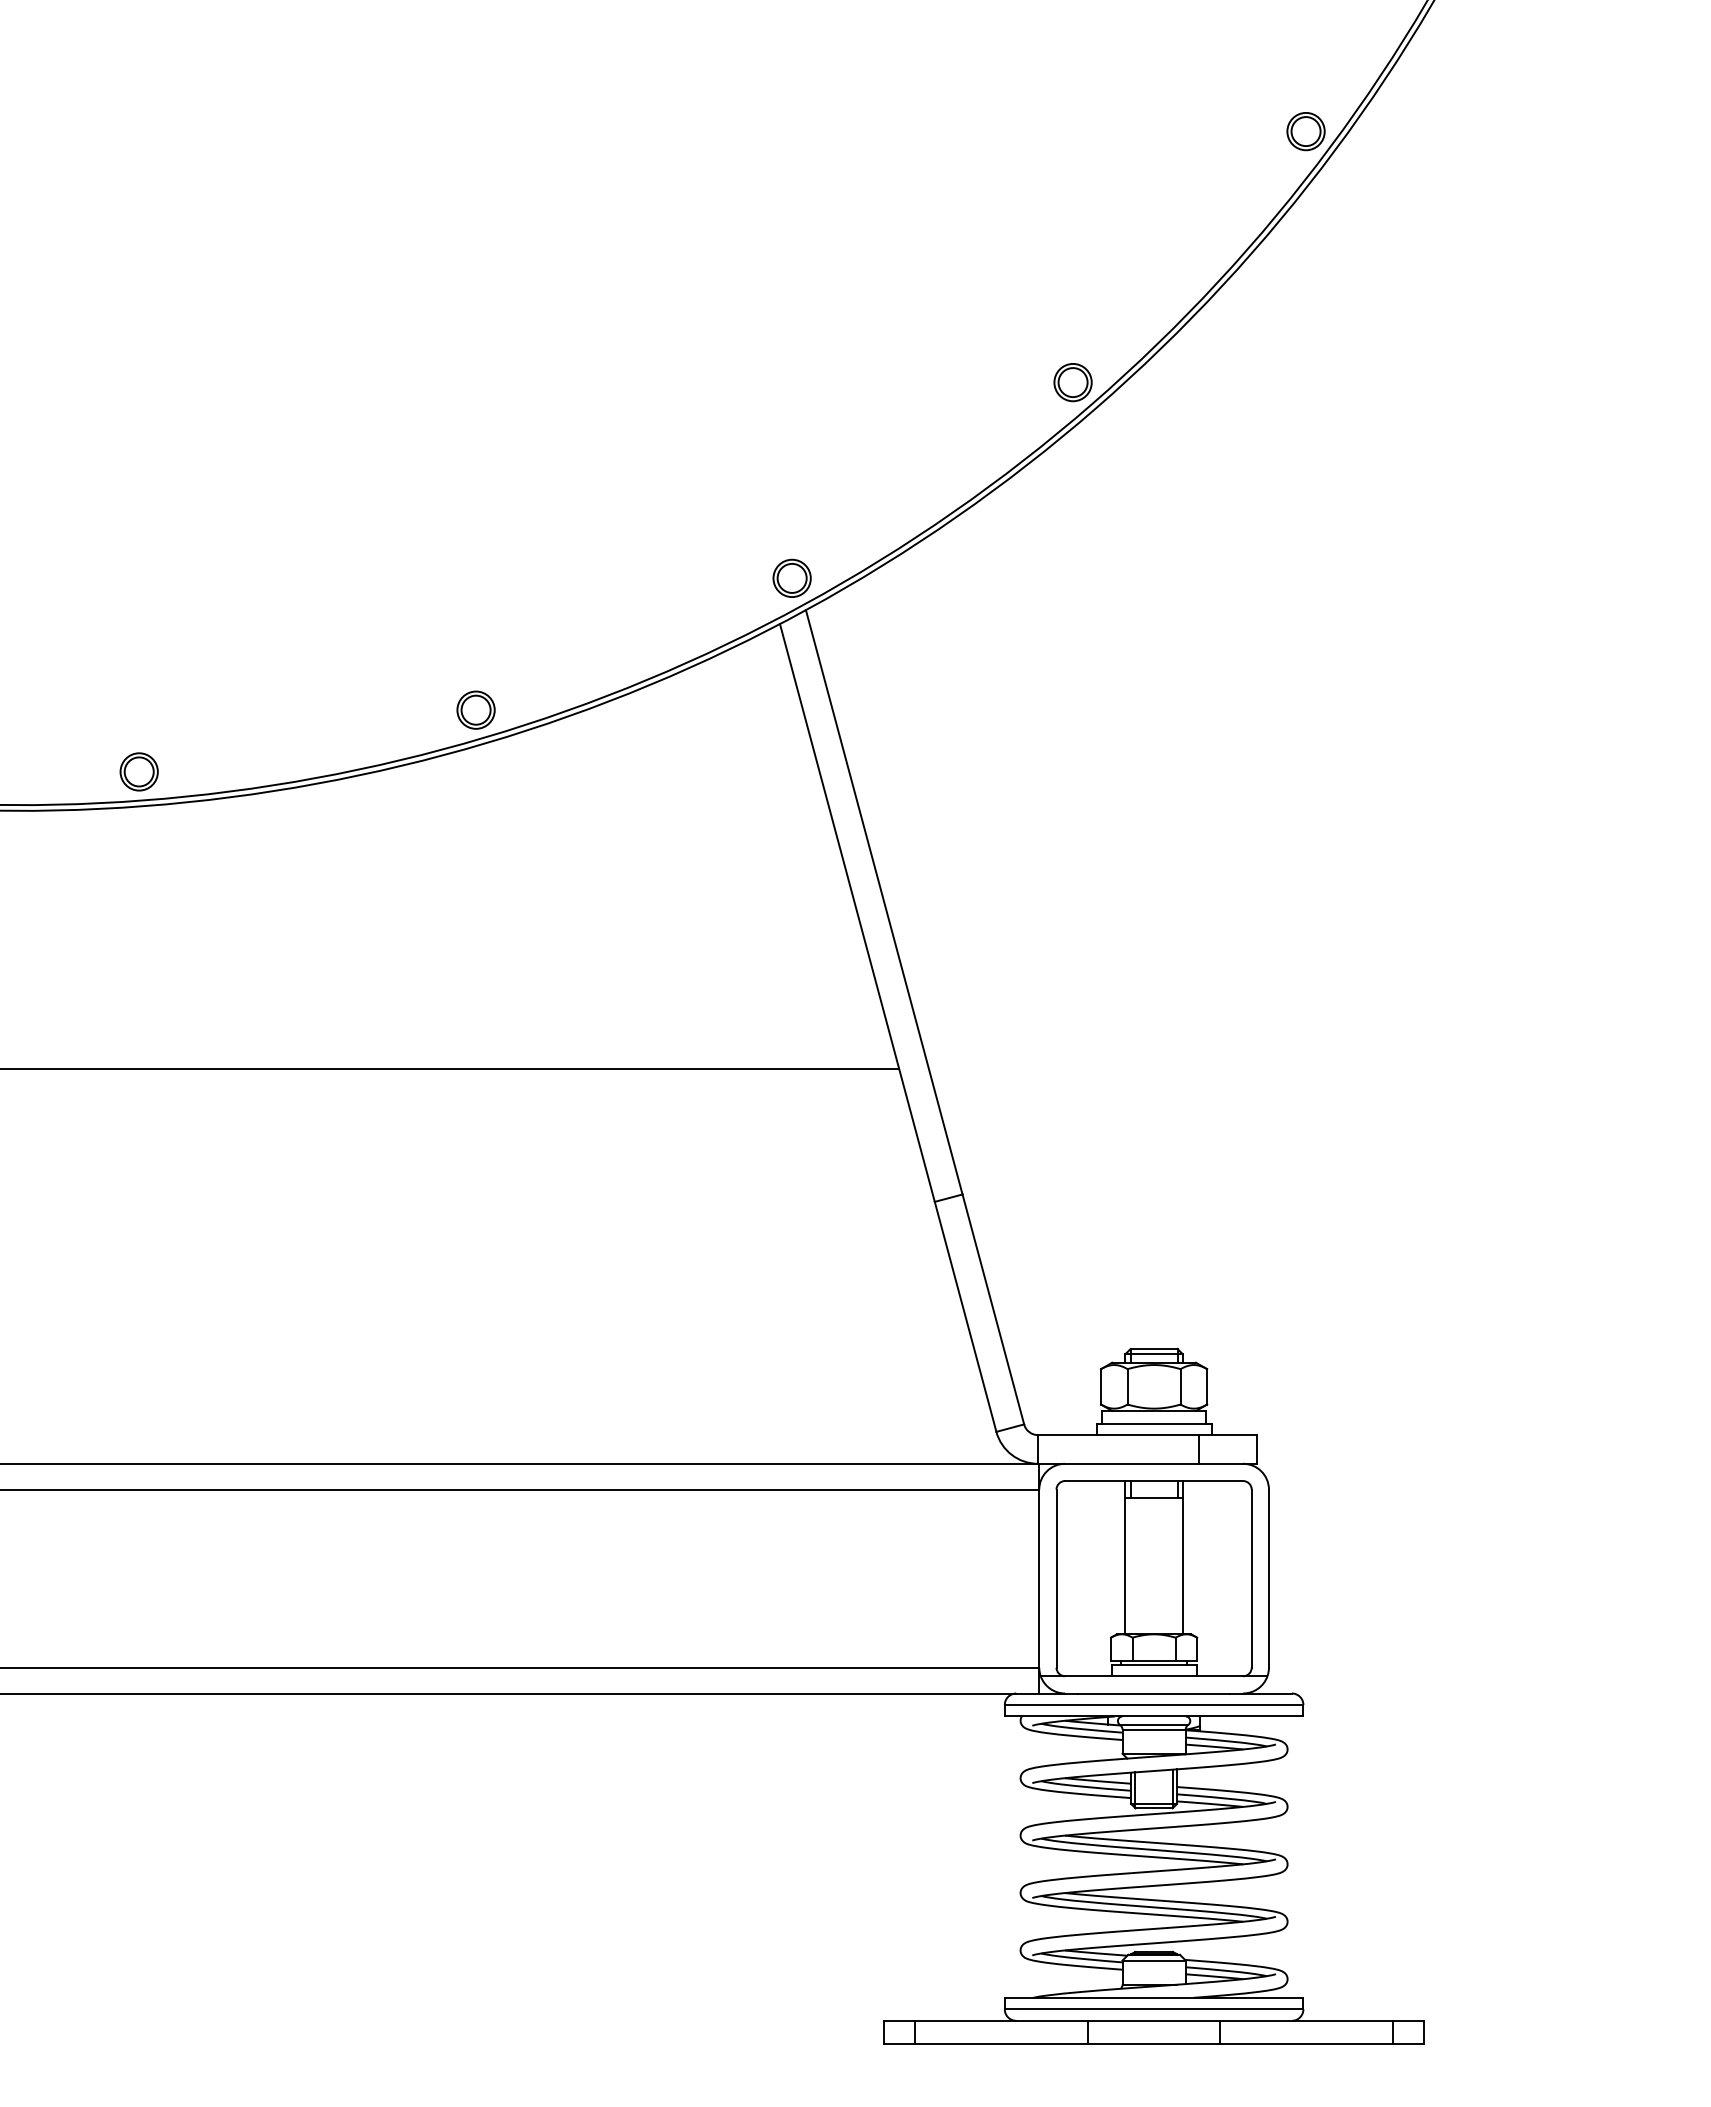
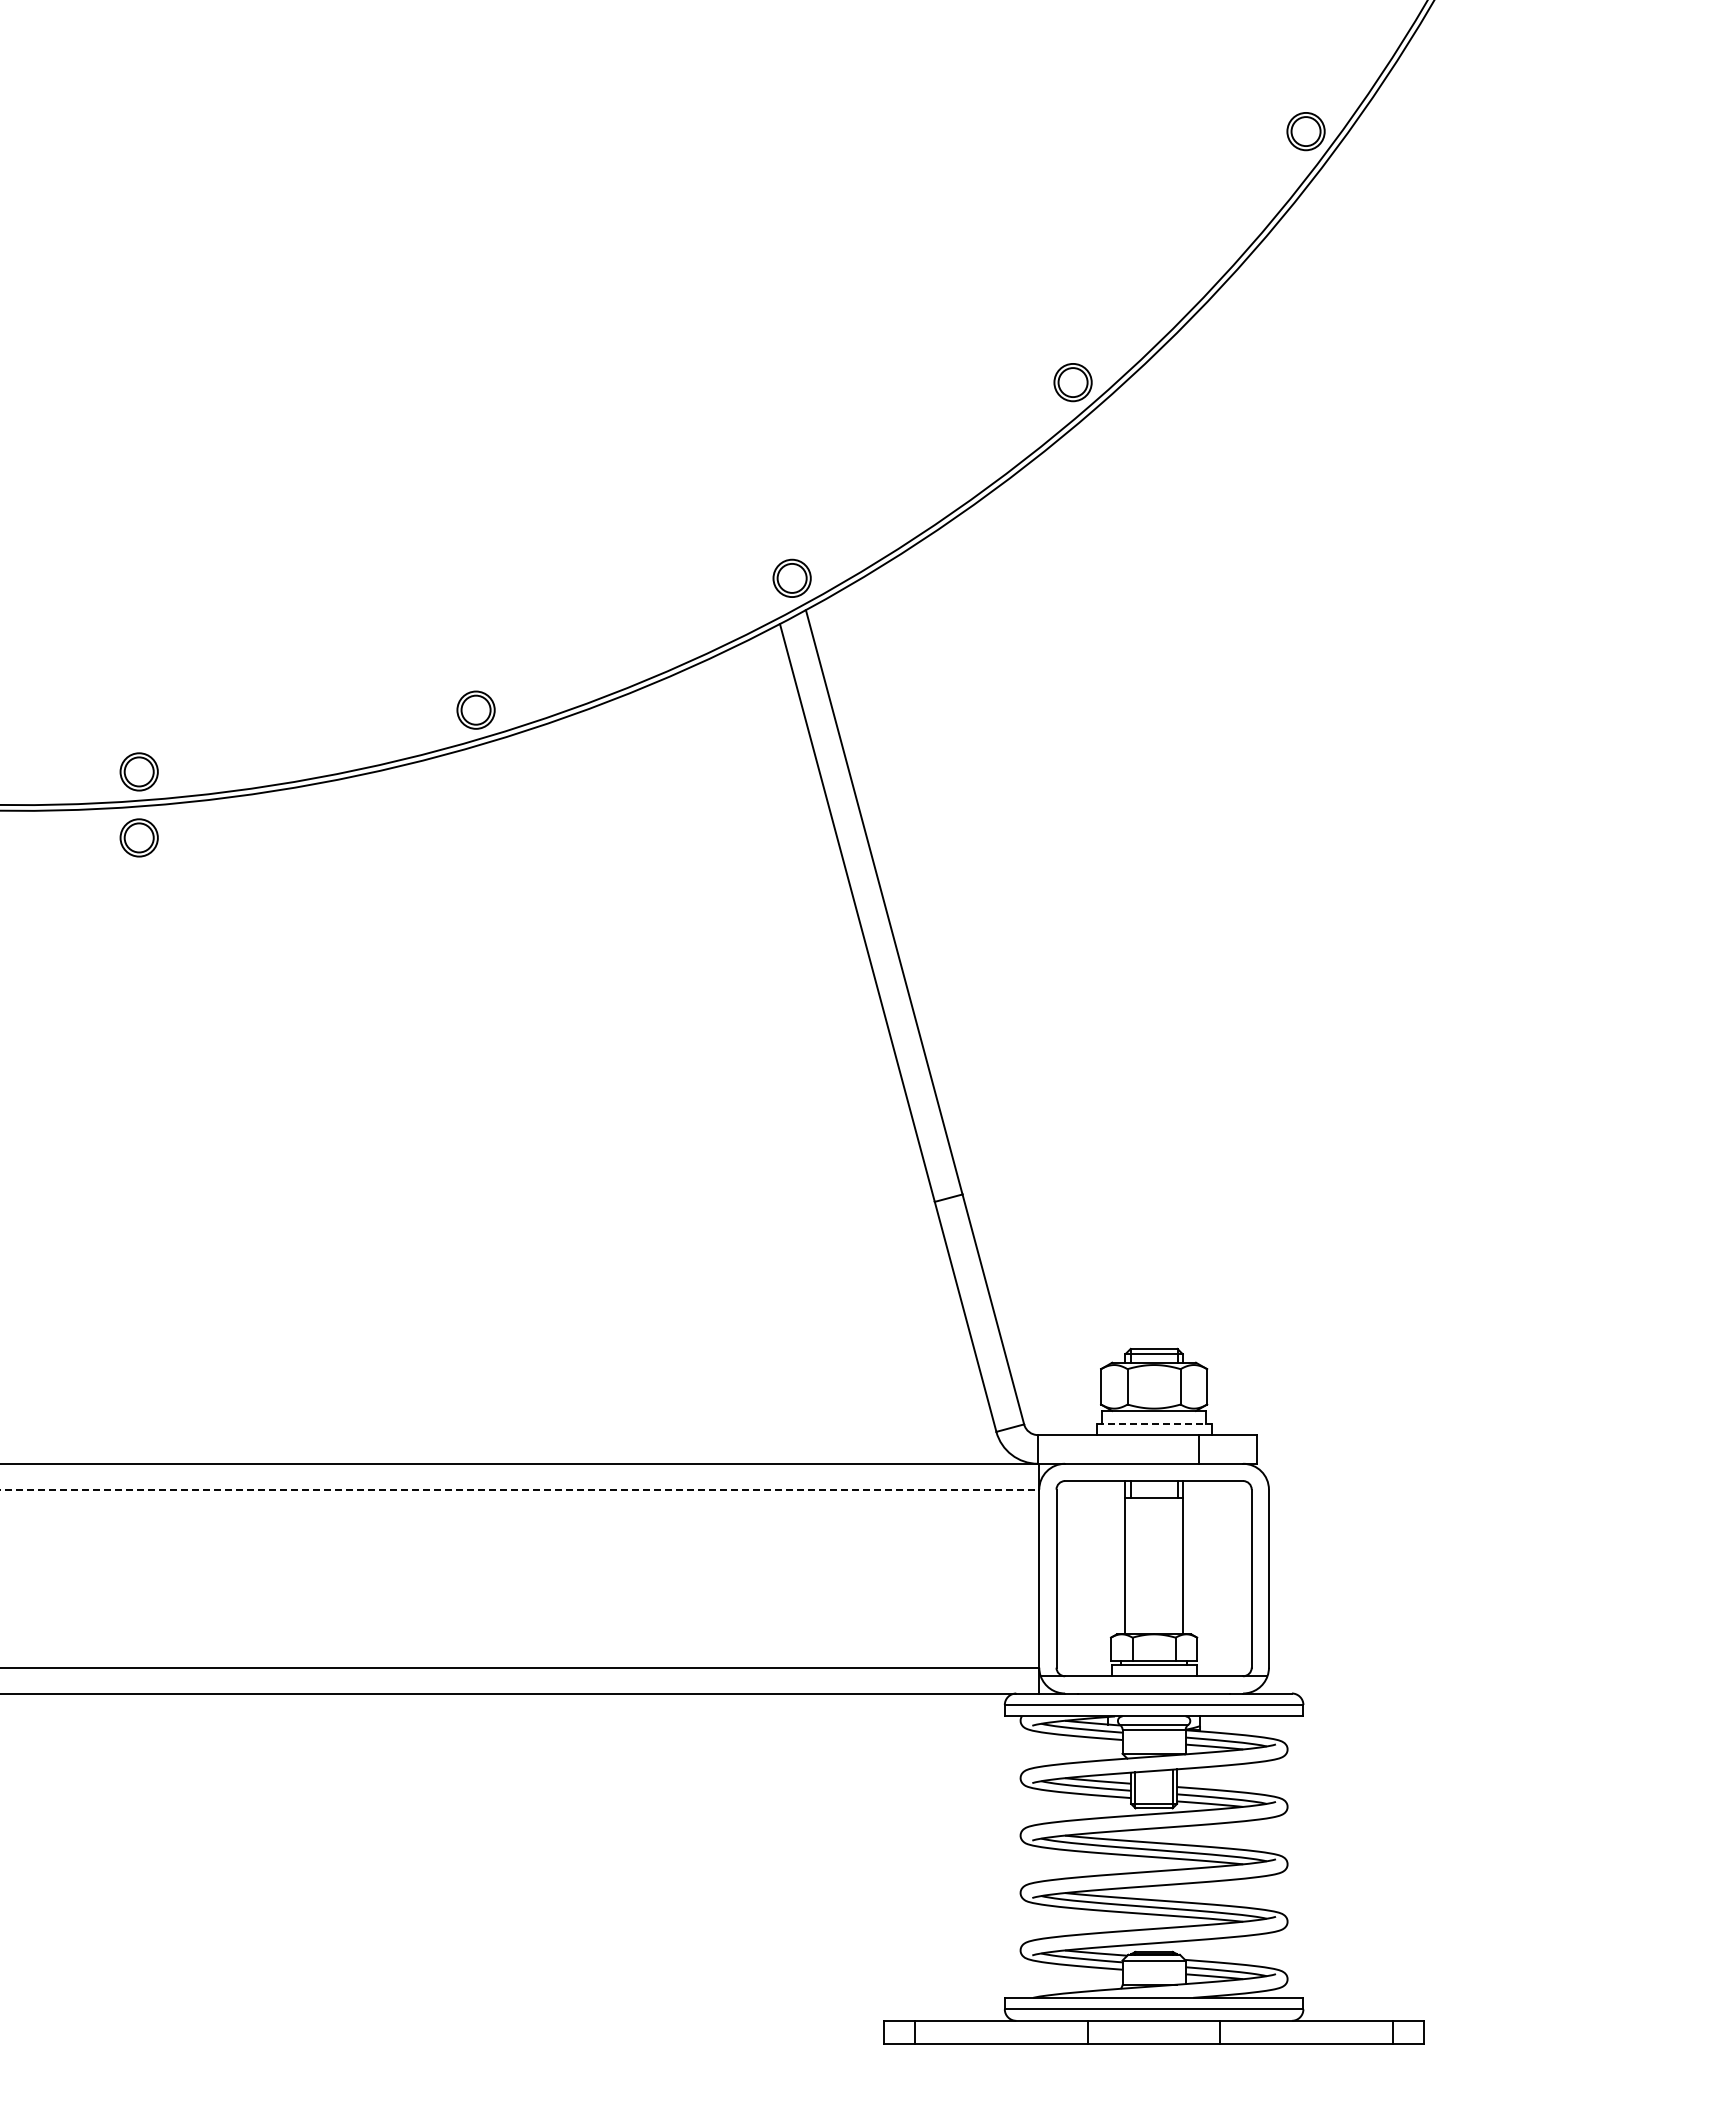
part at (138, 837): none -> present
line at (450, 1069): present -> none
line at (1154, 1423): solid -> dashed
line at (520, 1489): solid -> dashed
